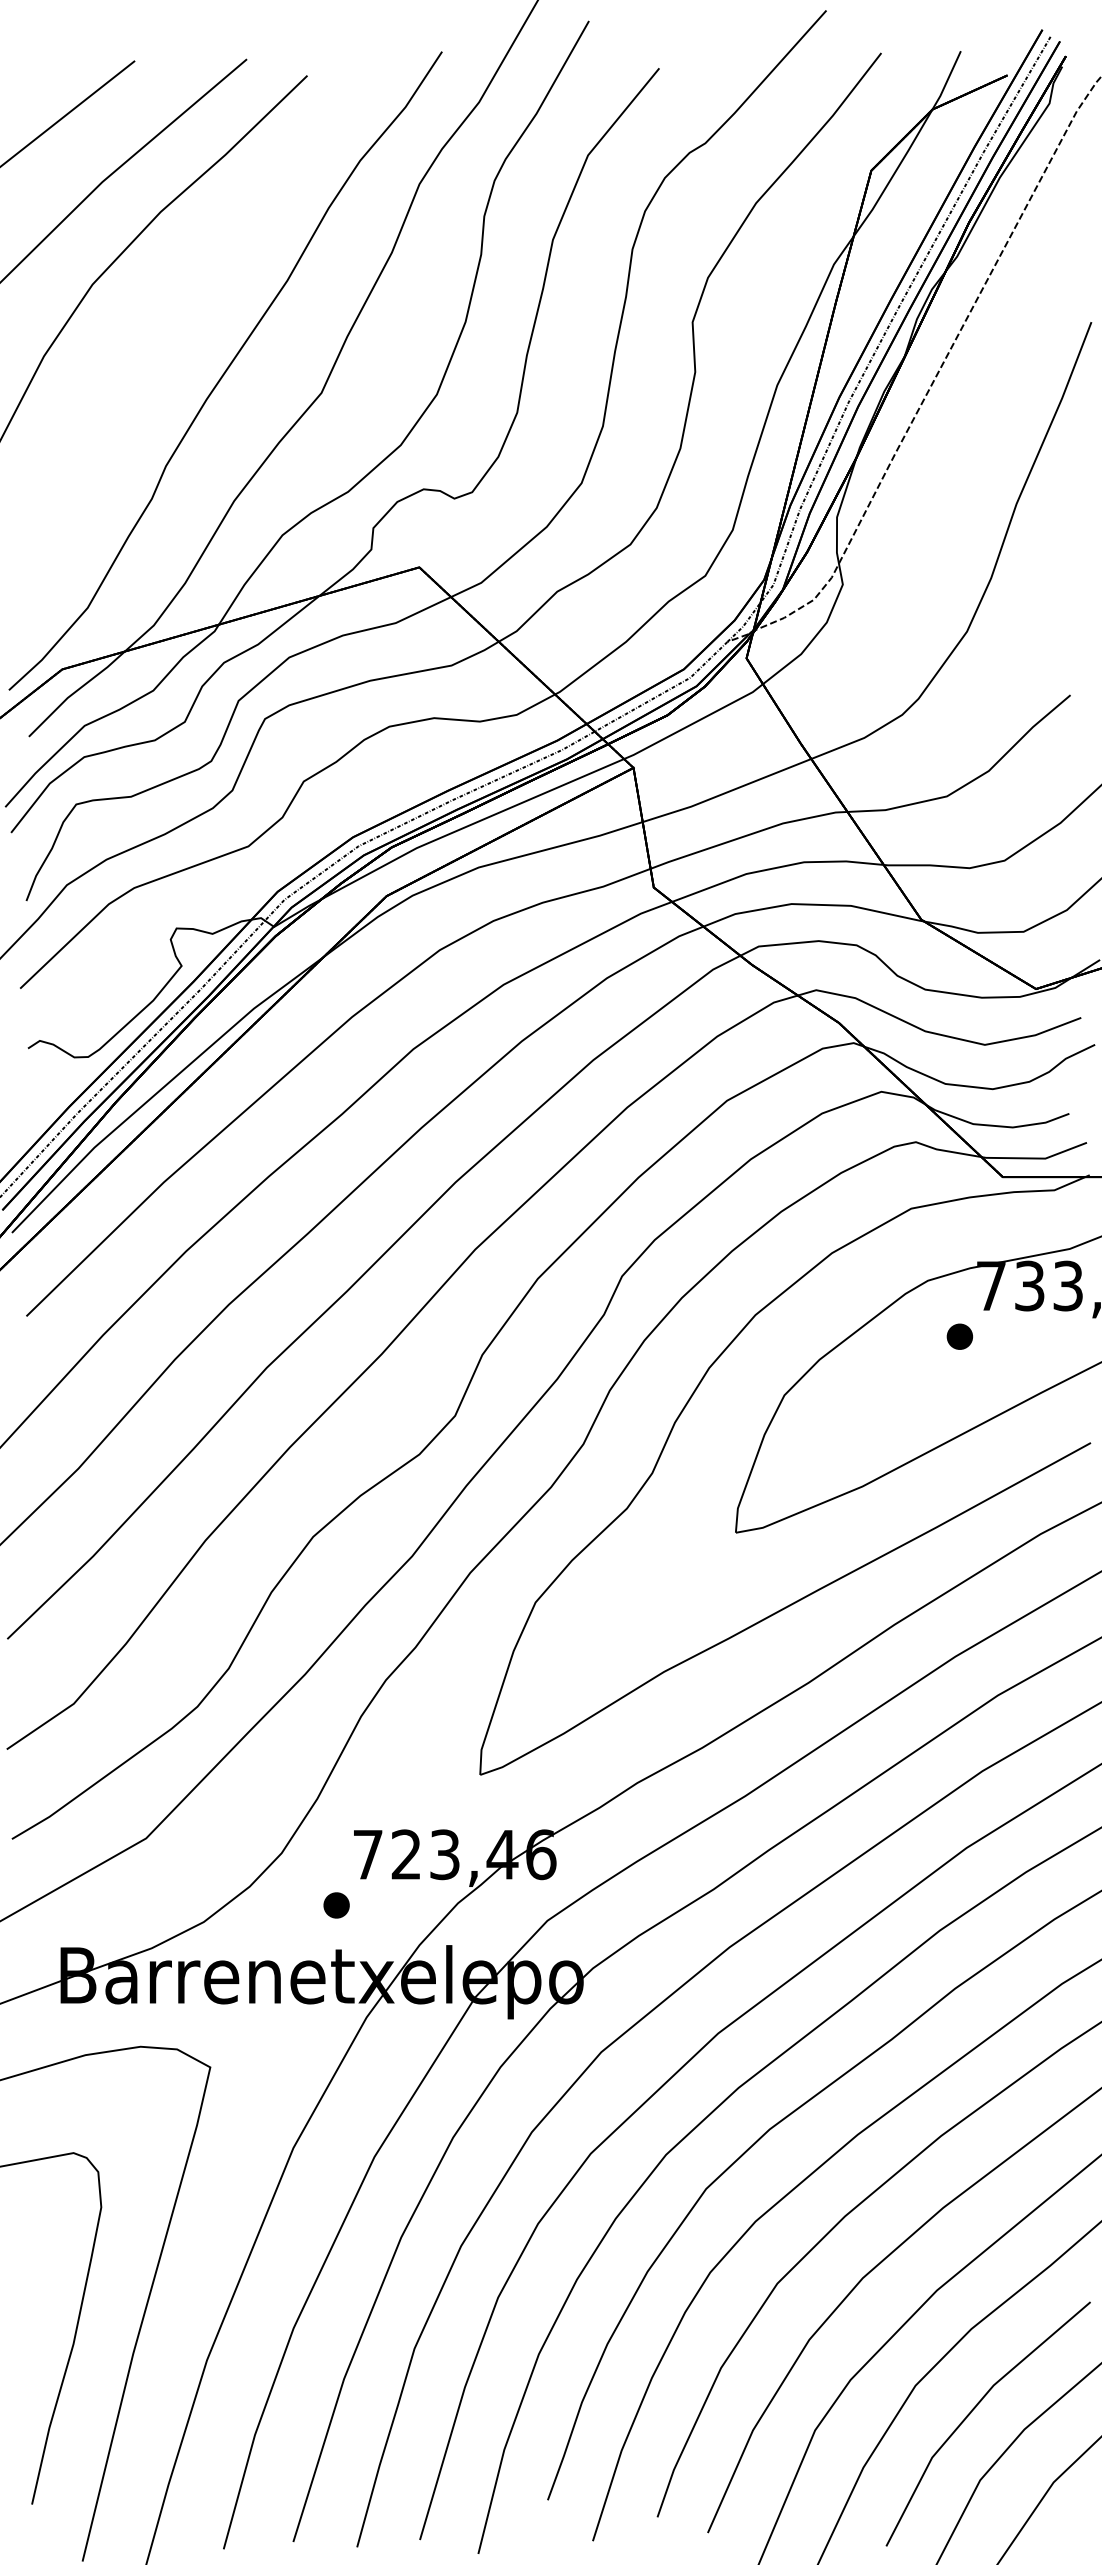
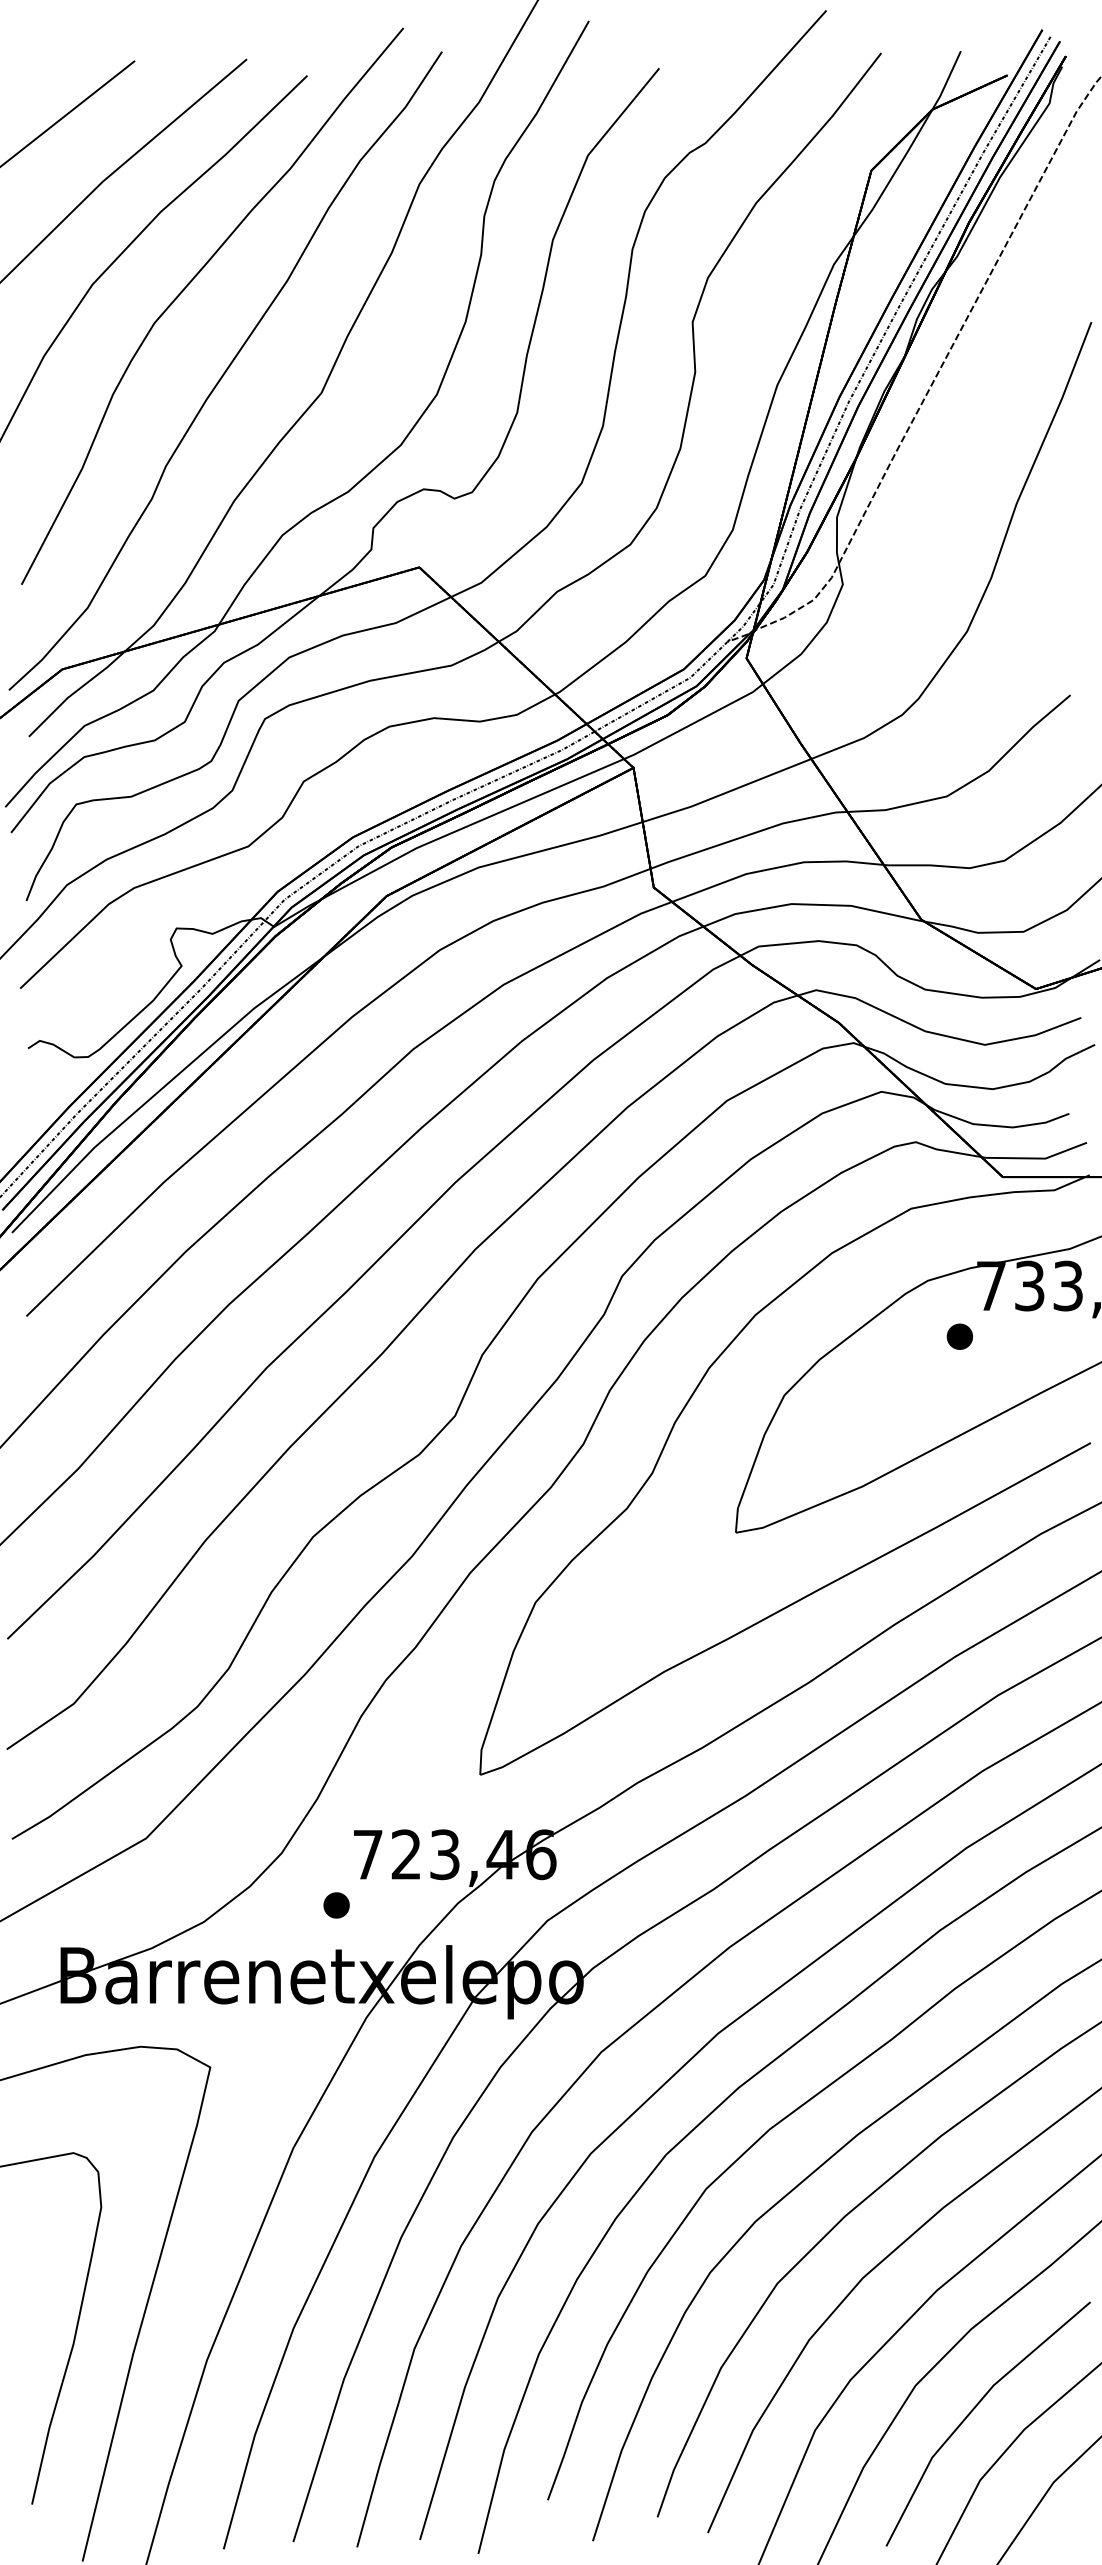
curve at (190, 283): none -> present
